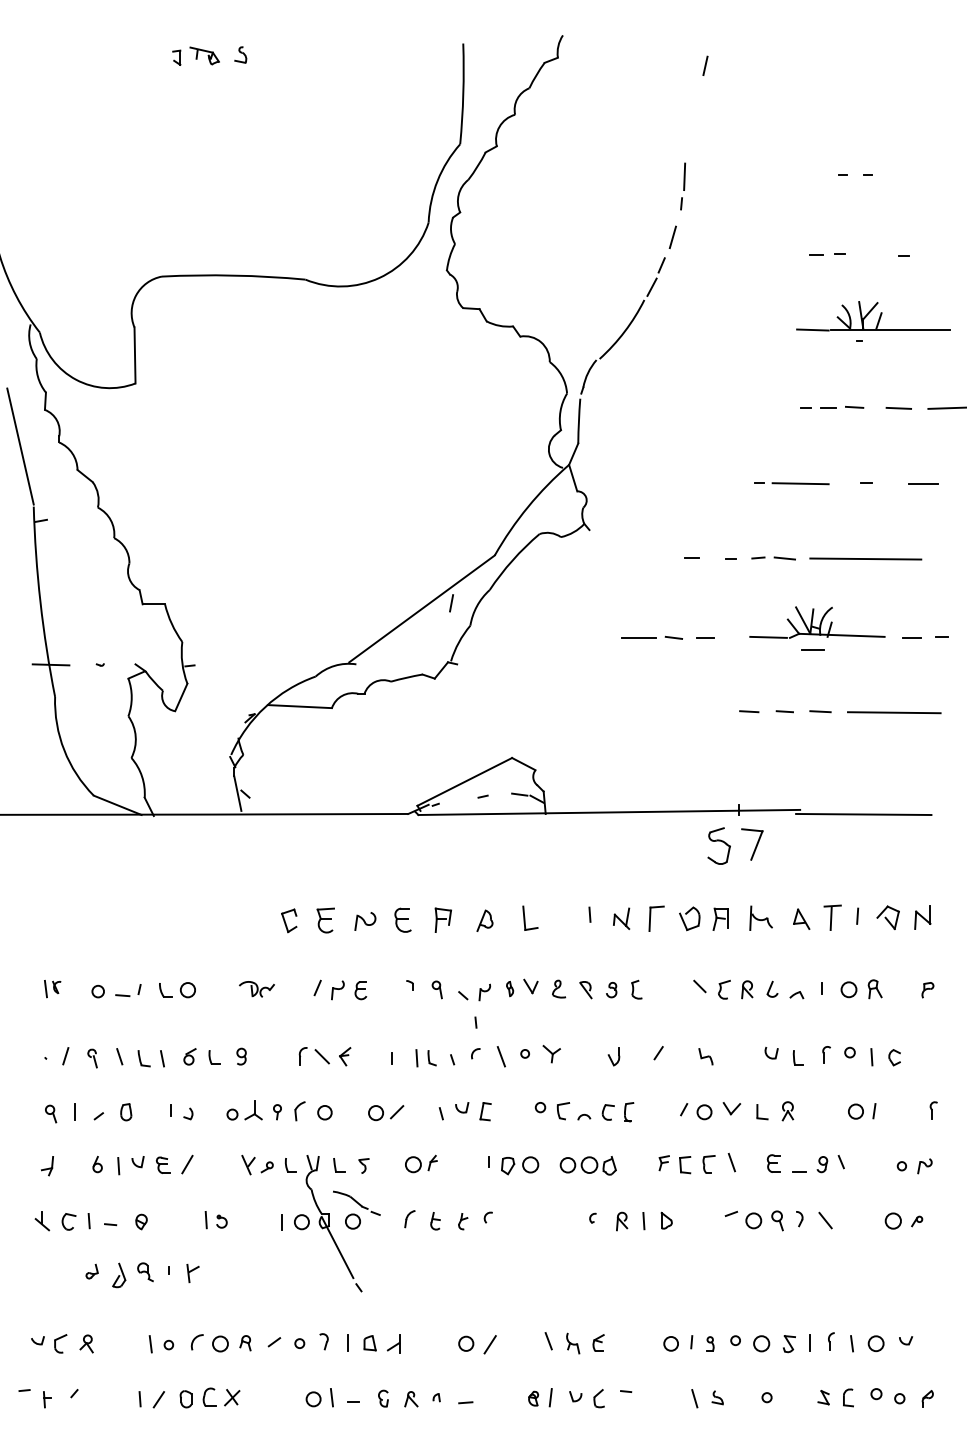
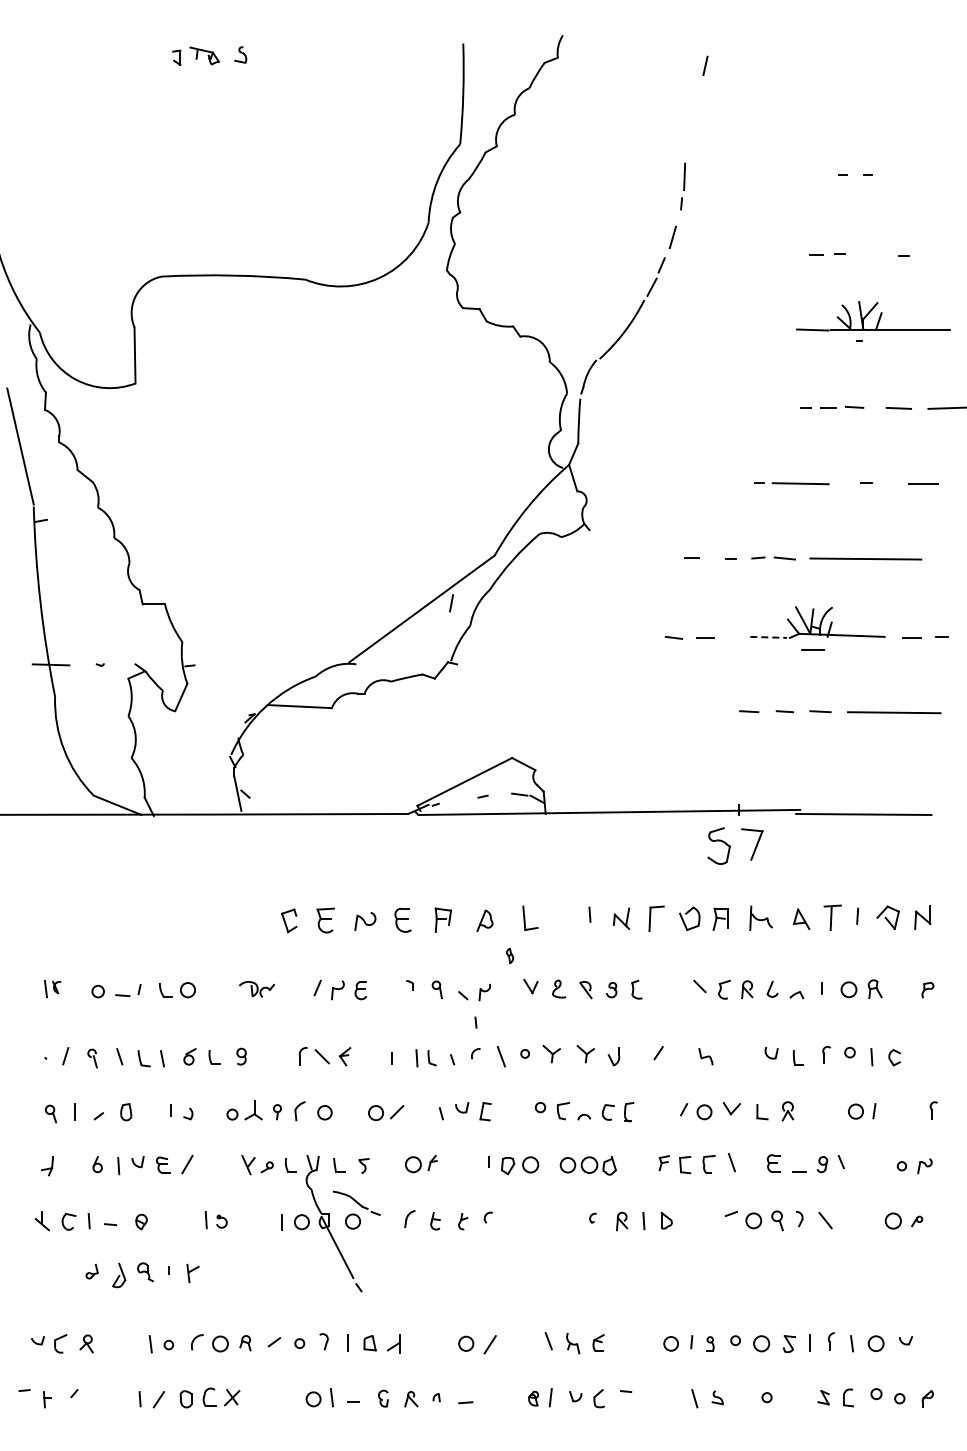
line at (638, 637): present -> none
line at (769, 637): solid -> dashed
part at (510, 989) position: (510, 989) -> (510, 956)
part at (585, 1054): none -> present
